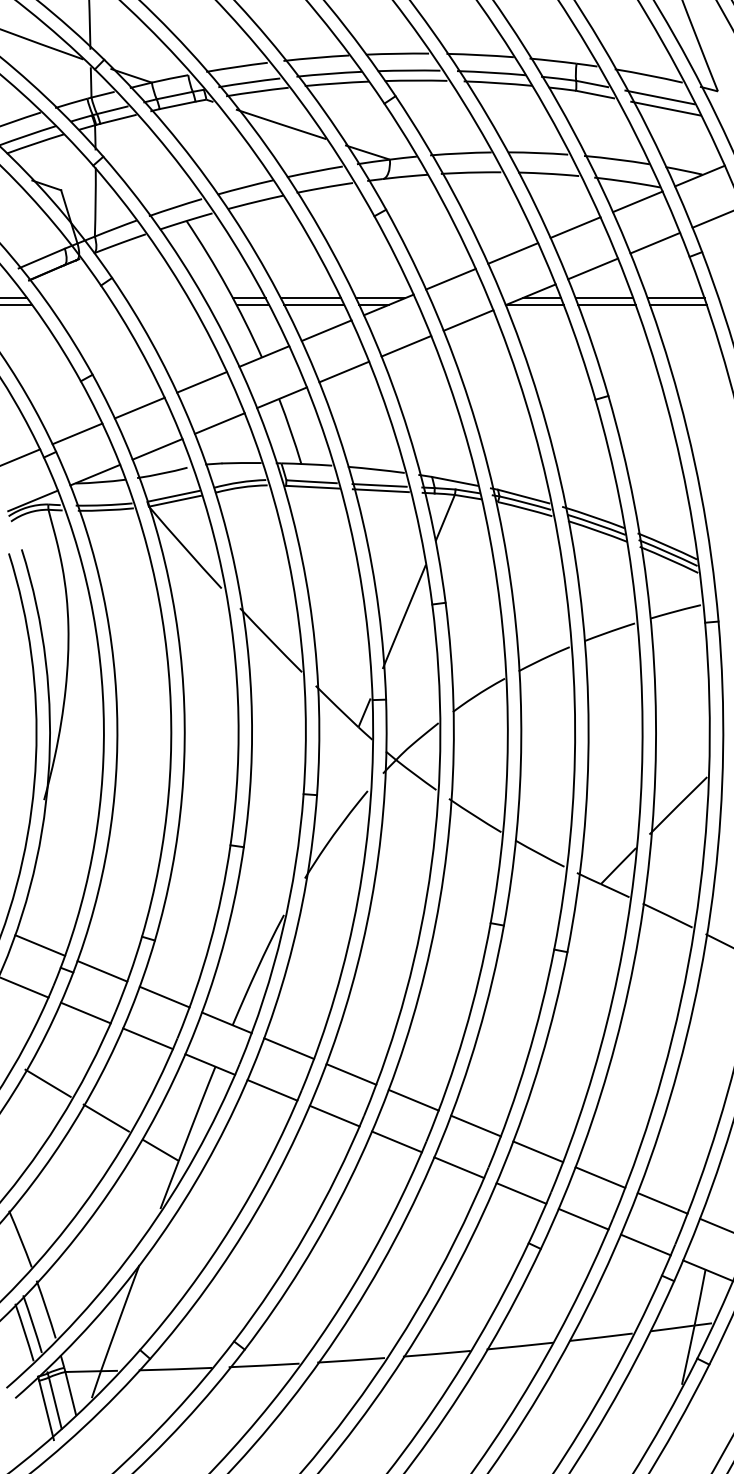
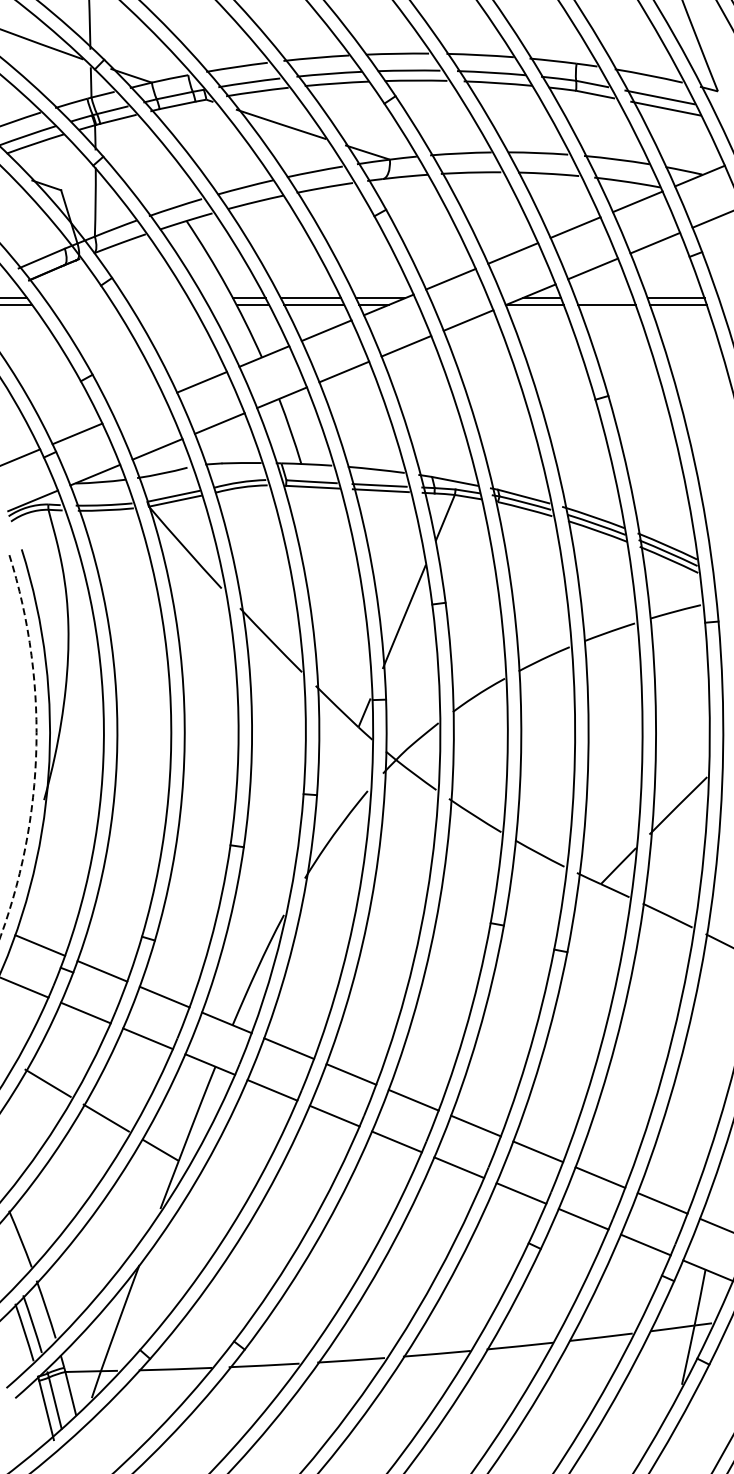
line at (604, 298): present -> none
line at (139, 407): present -> none
arc at (36, 745): solid -> dashed
